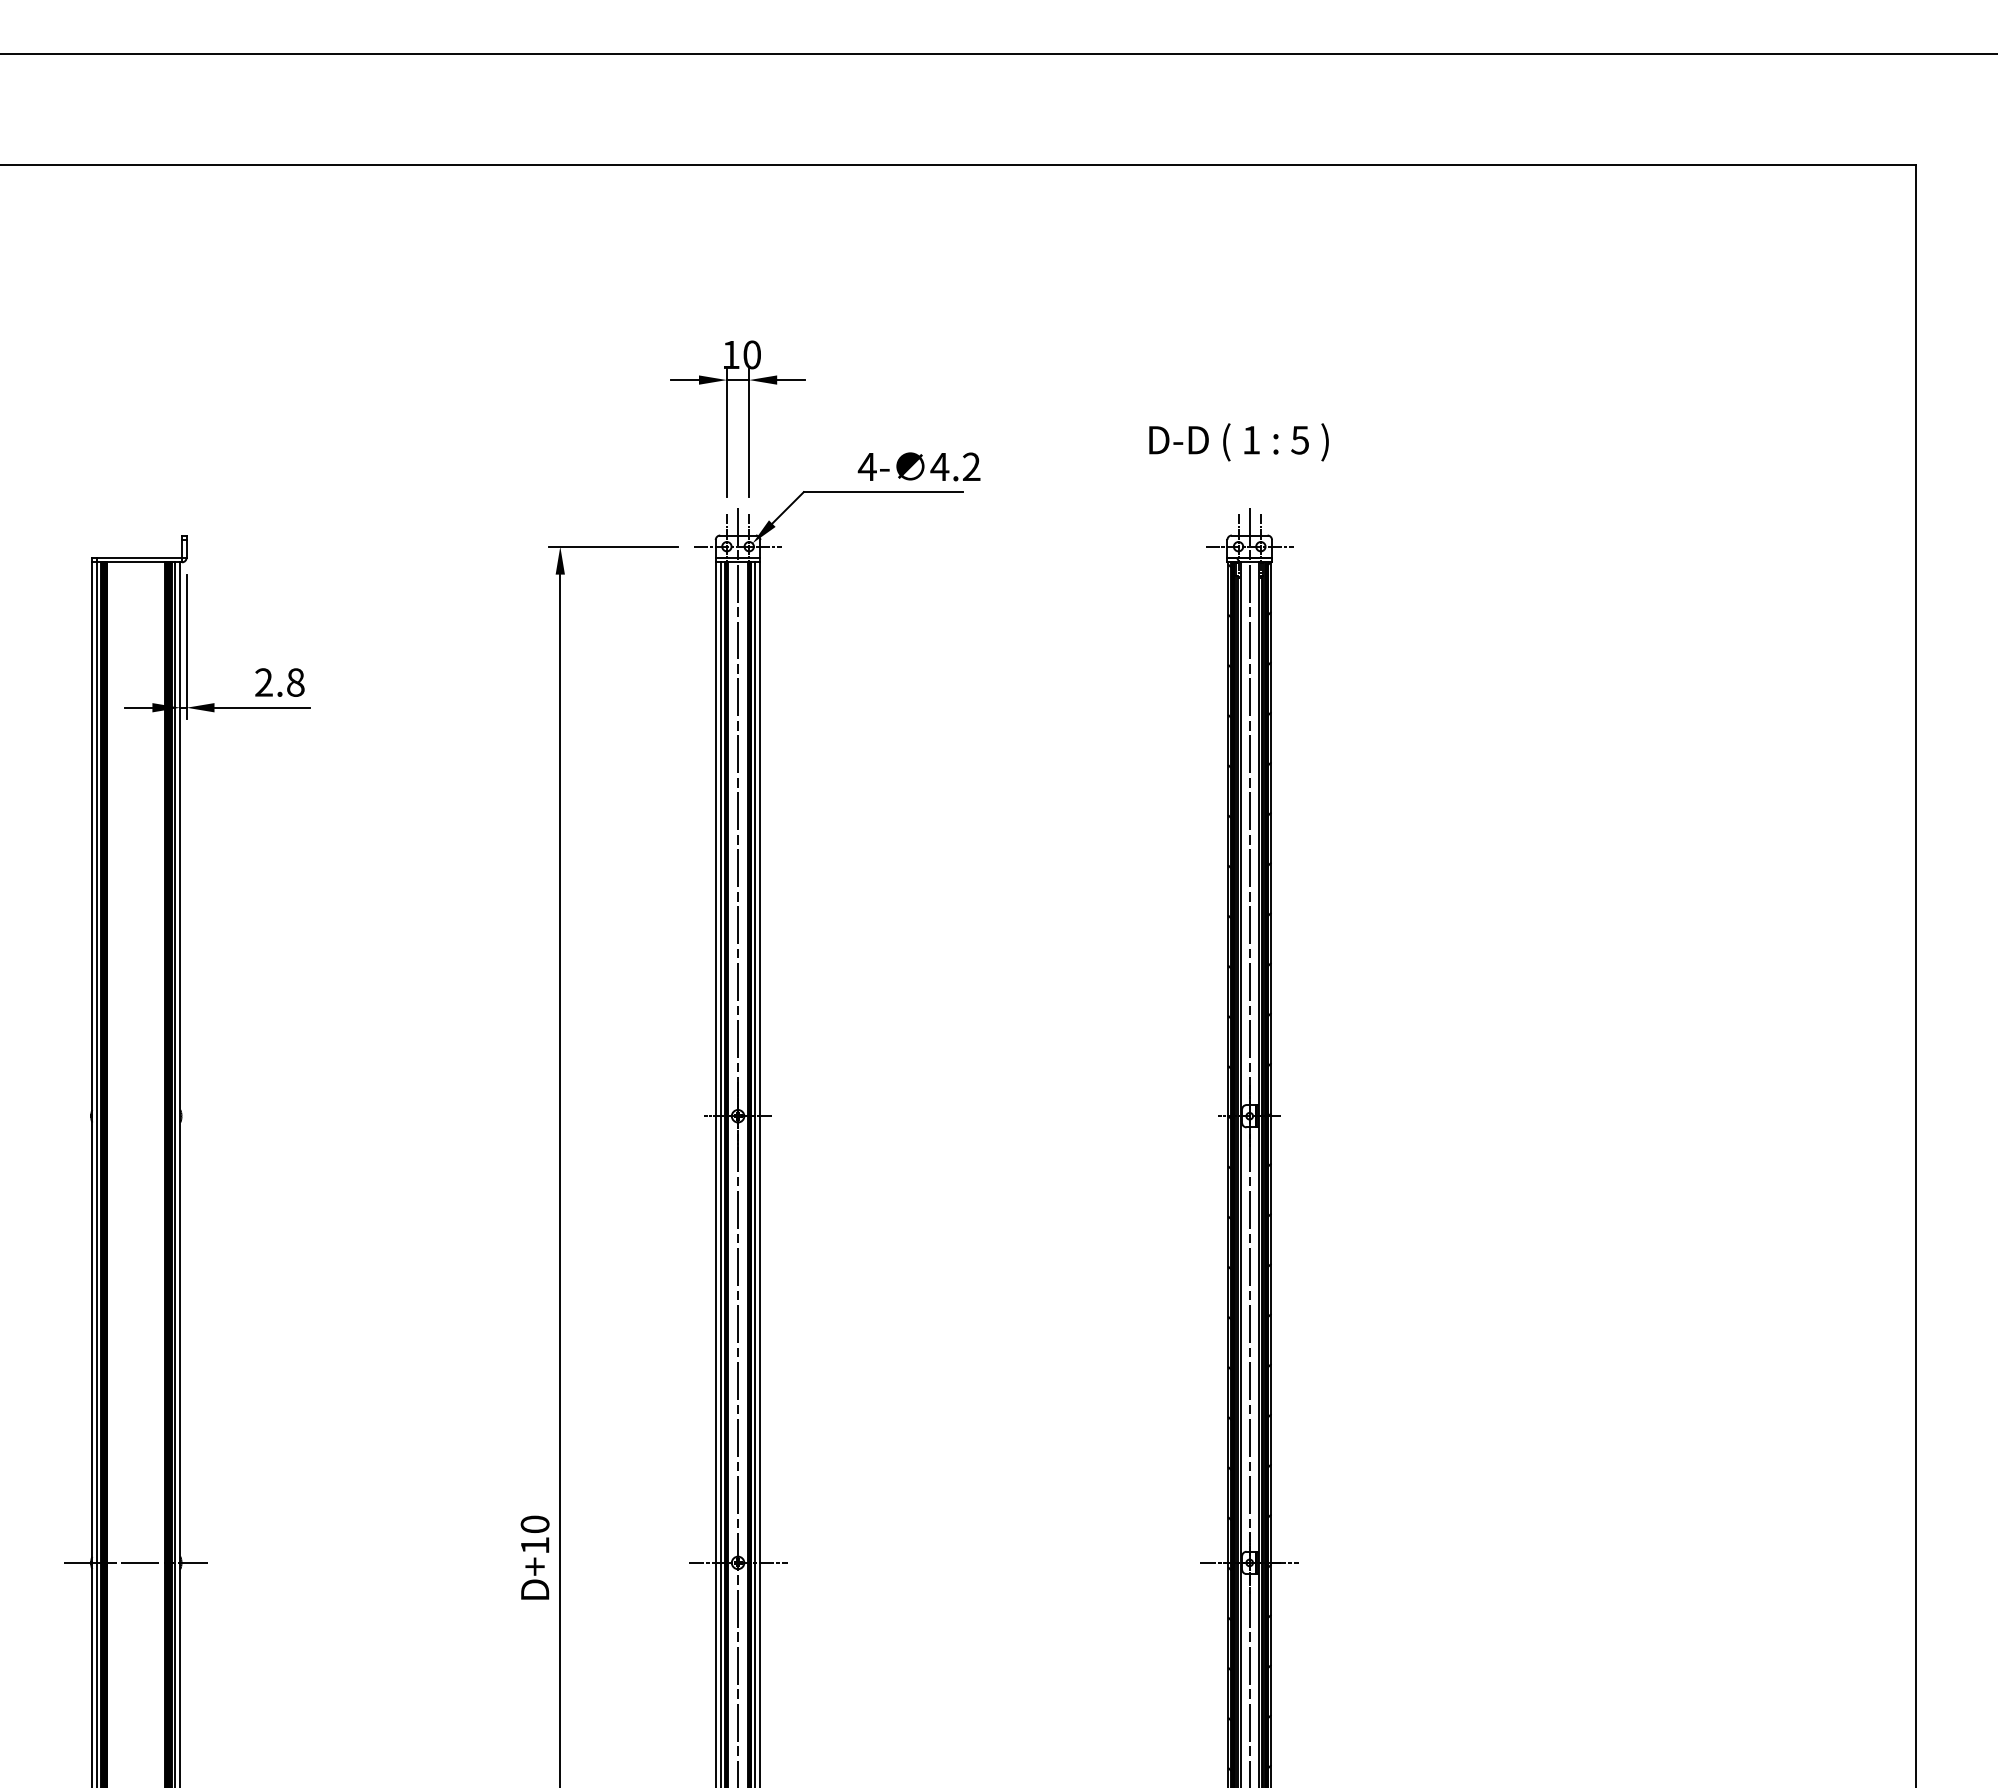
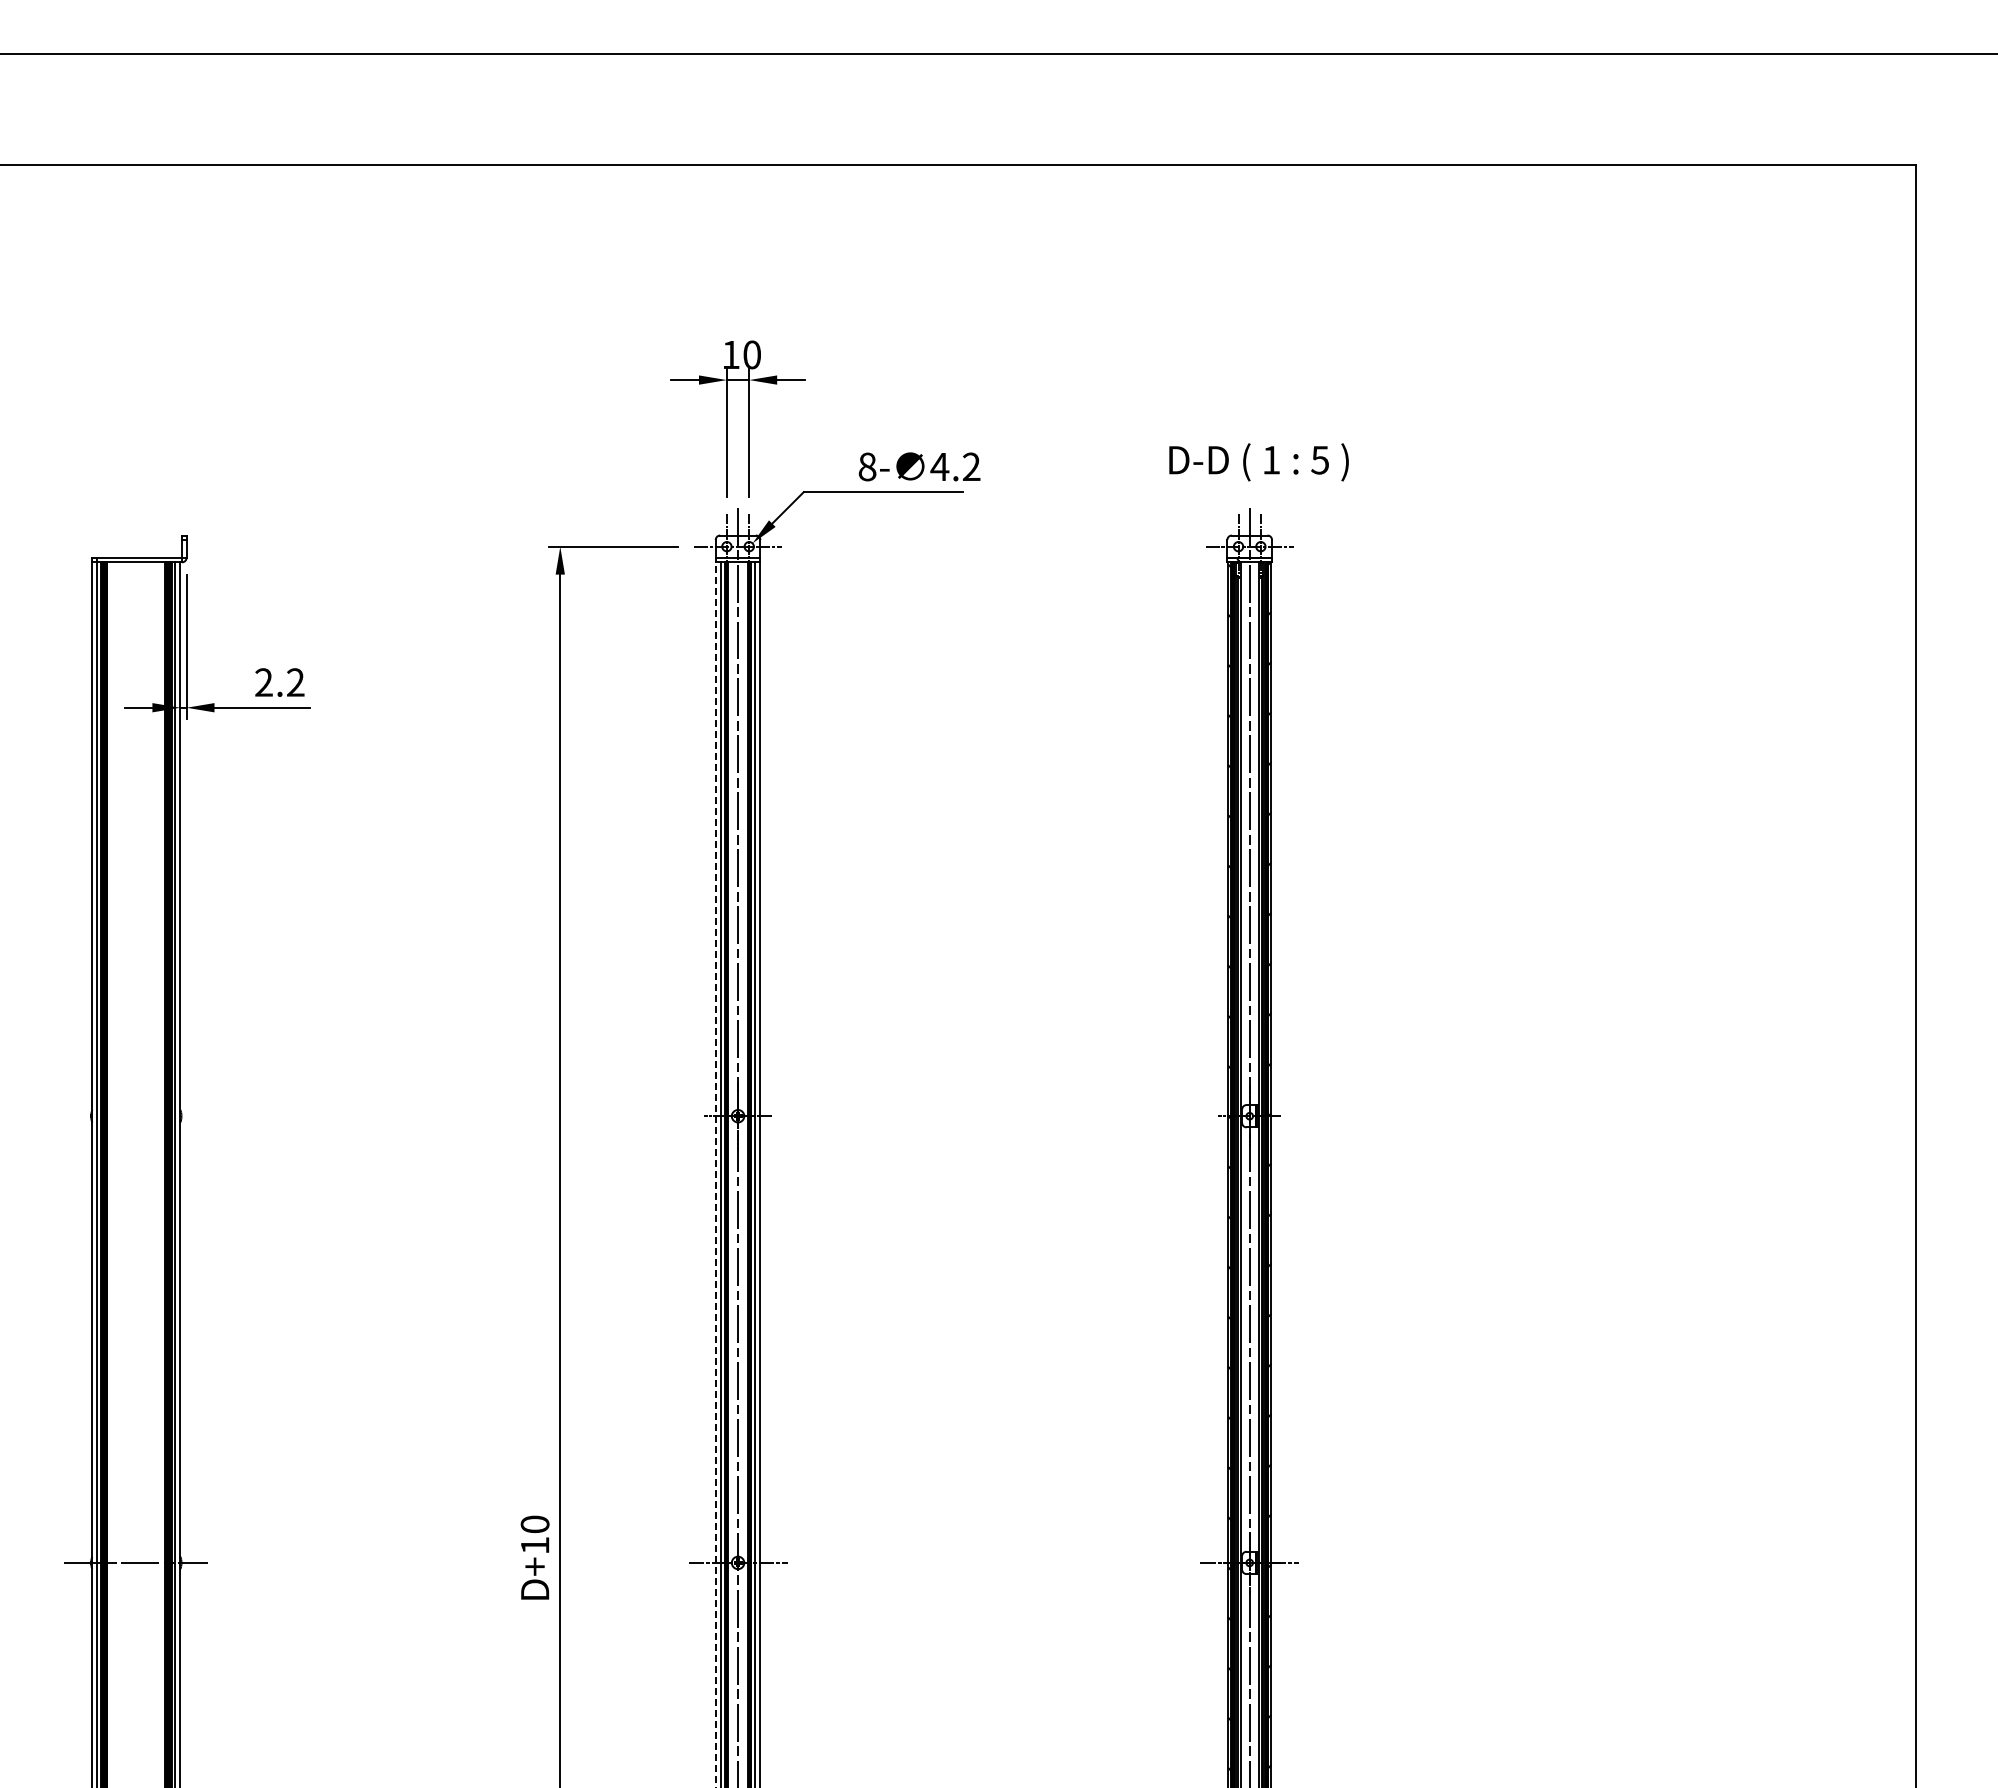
text at (1238, 442) position: (1238, 442) -> (1258, 462)
text at (866, 466): 4- -> 8-
text at (295, 682): 2.8 -> 2.2
line at (716, 1175): solid -> dashed
